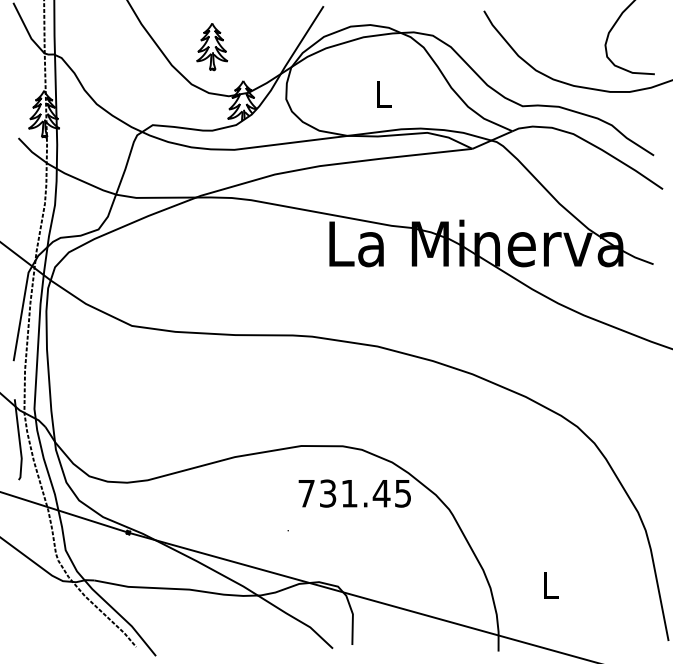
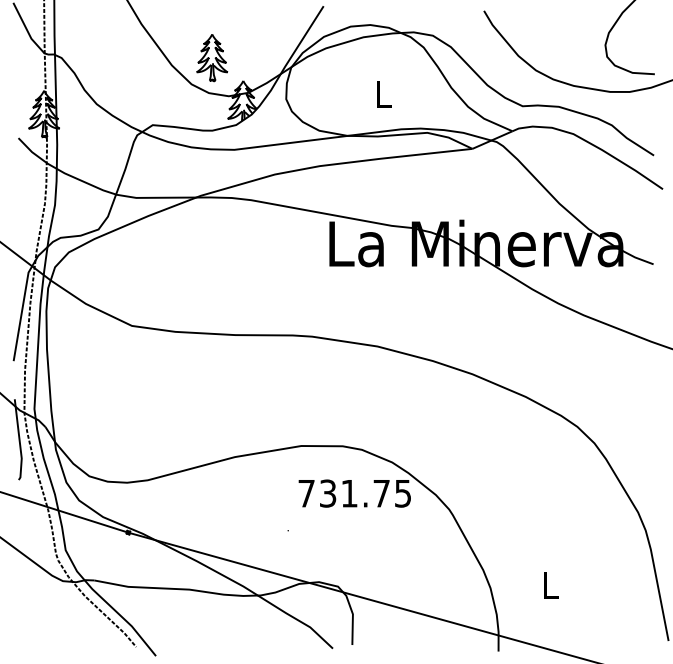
part at (212, 47) position: (212, 47) -> (212, 58)
text at (381, 493): 731.45 -> 731.75
